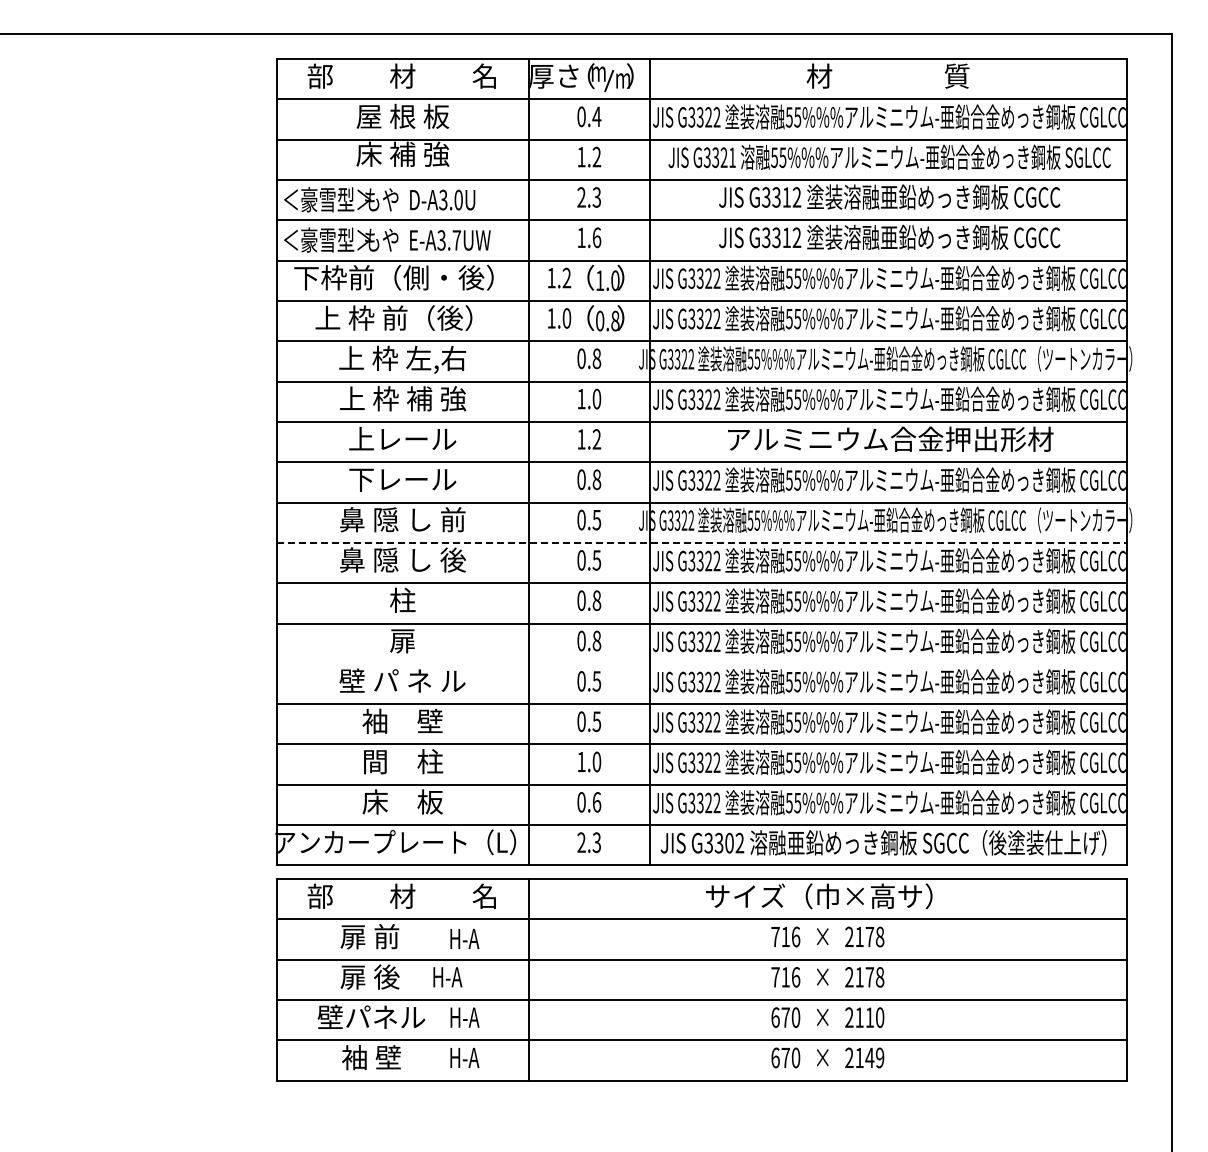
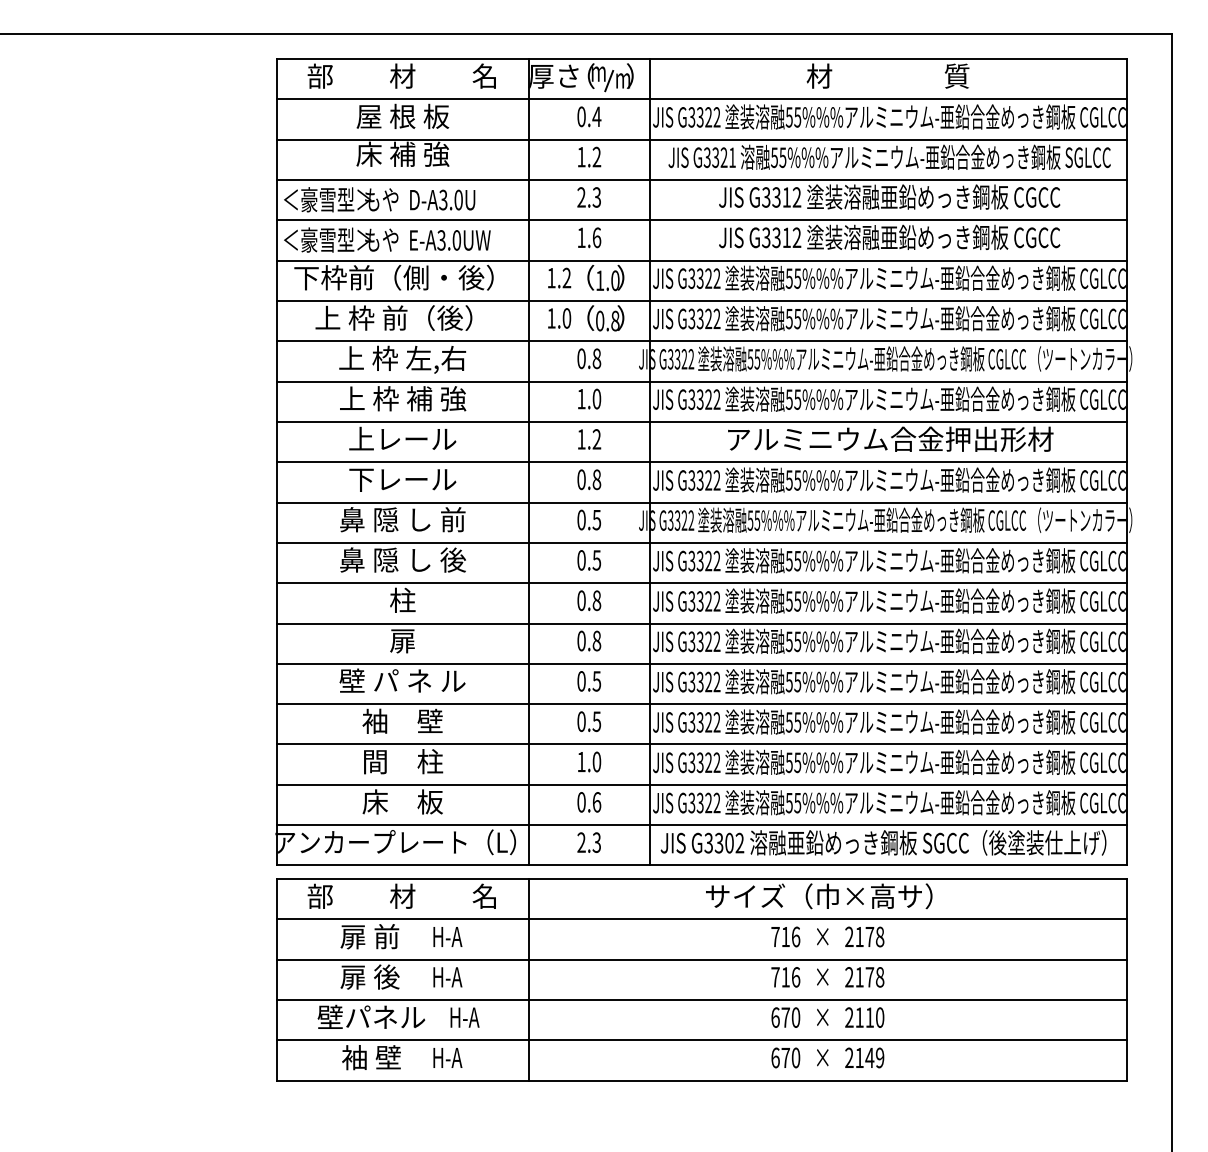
text at (456, 240): E-A3.7UW -> E-A3.0UW
line at (702, 542): dashed -> solid
line at (701, 663): none -> present
text at (464, 938) position: (464, 938) -> (447, 936)
text at (464, 1057) position: (464, 1057) -> (447, 1057)
